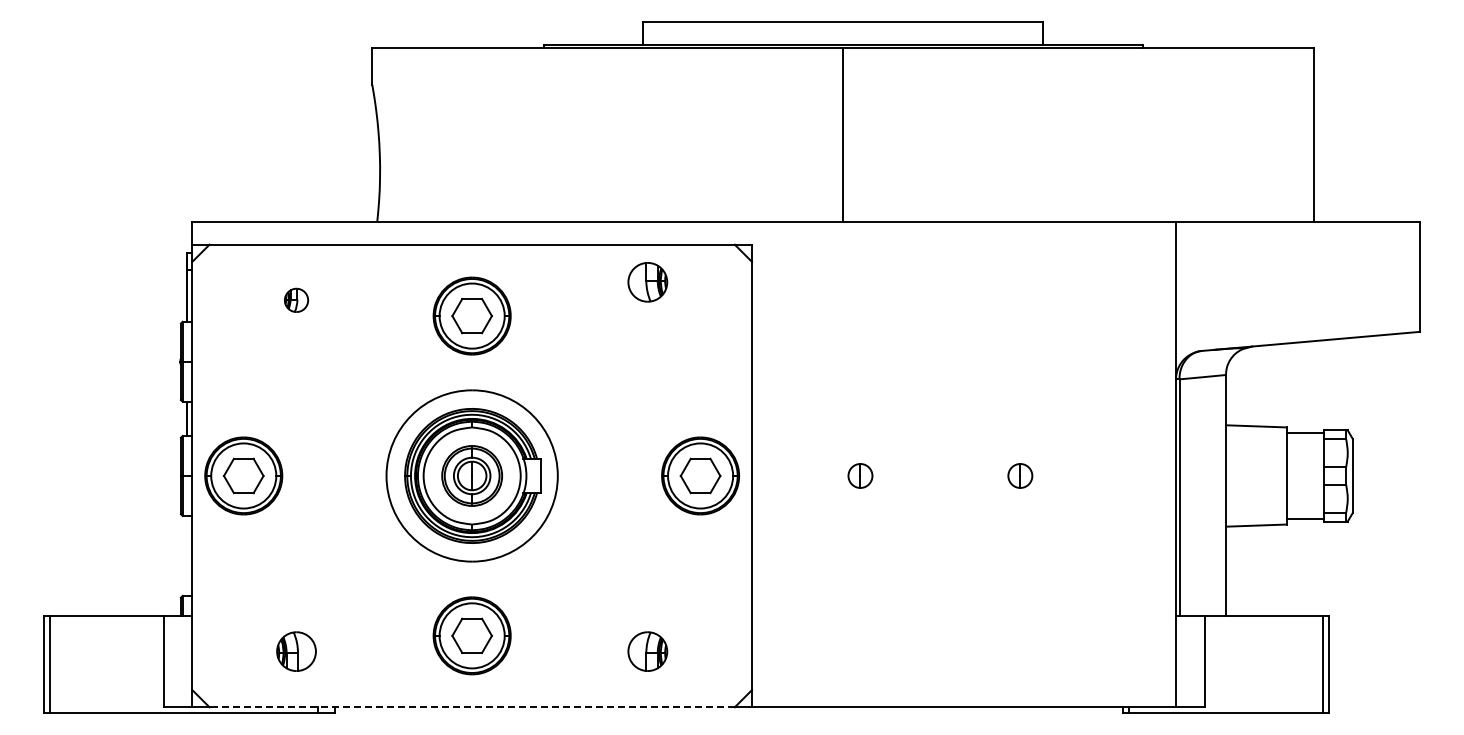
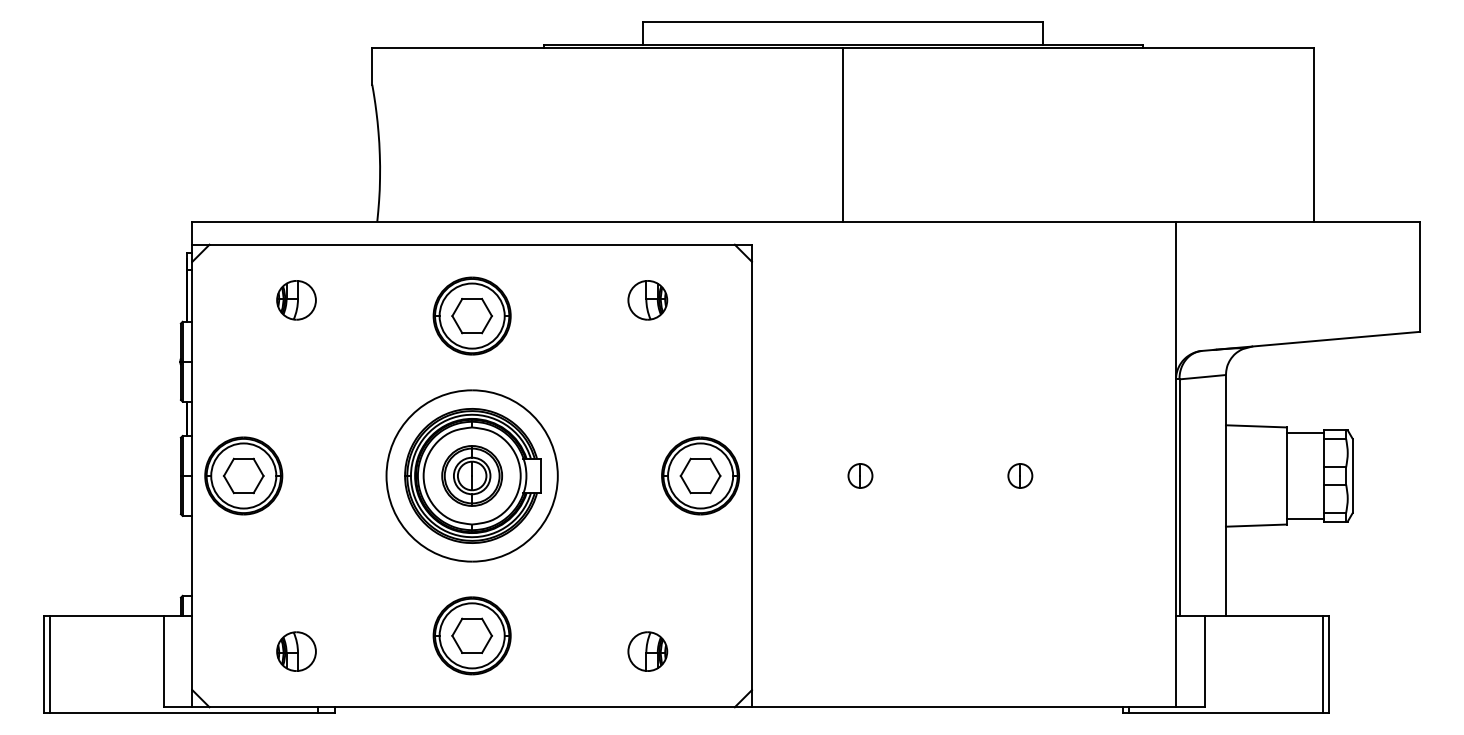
part at (647, 282) position: (647, 282) -> (647, 300)
part at (296, 299) size: 26x26 px -> 41x41 px
line at (472, 707): dashed -> solid
